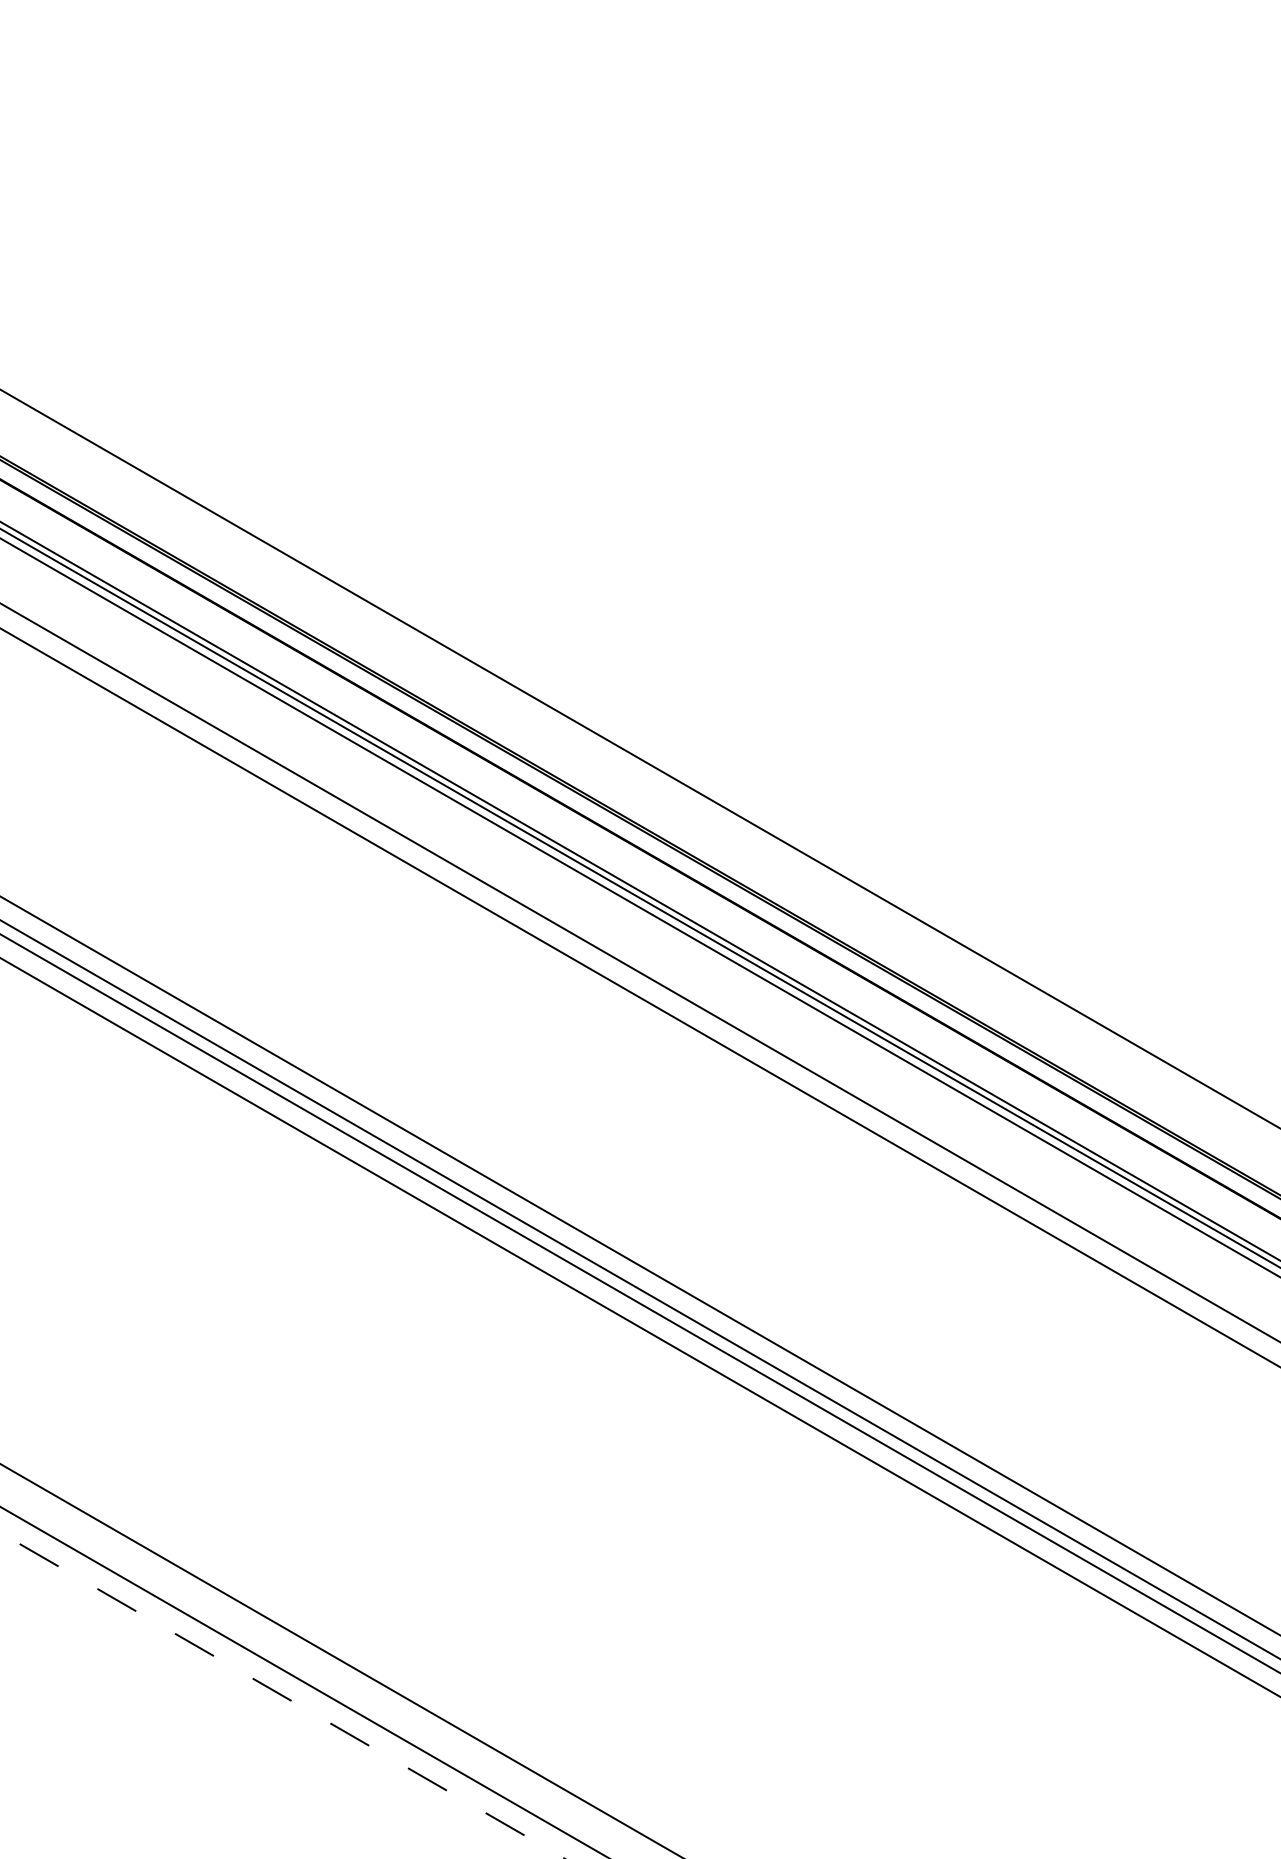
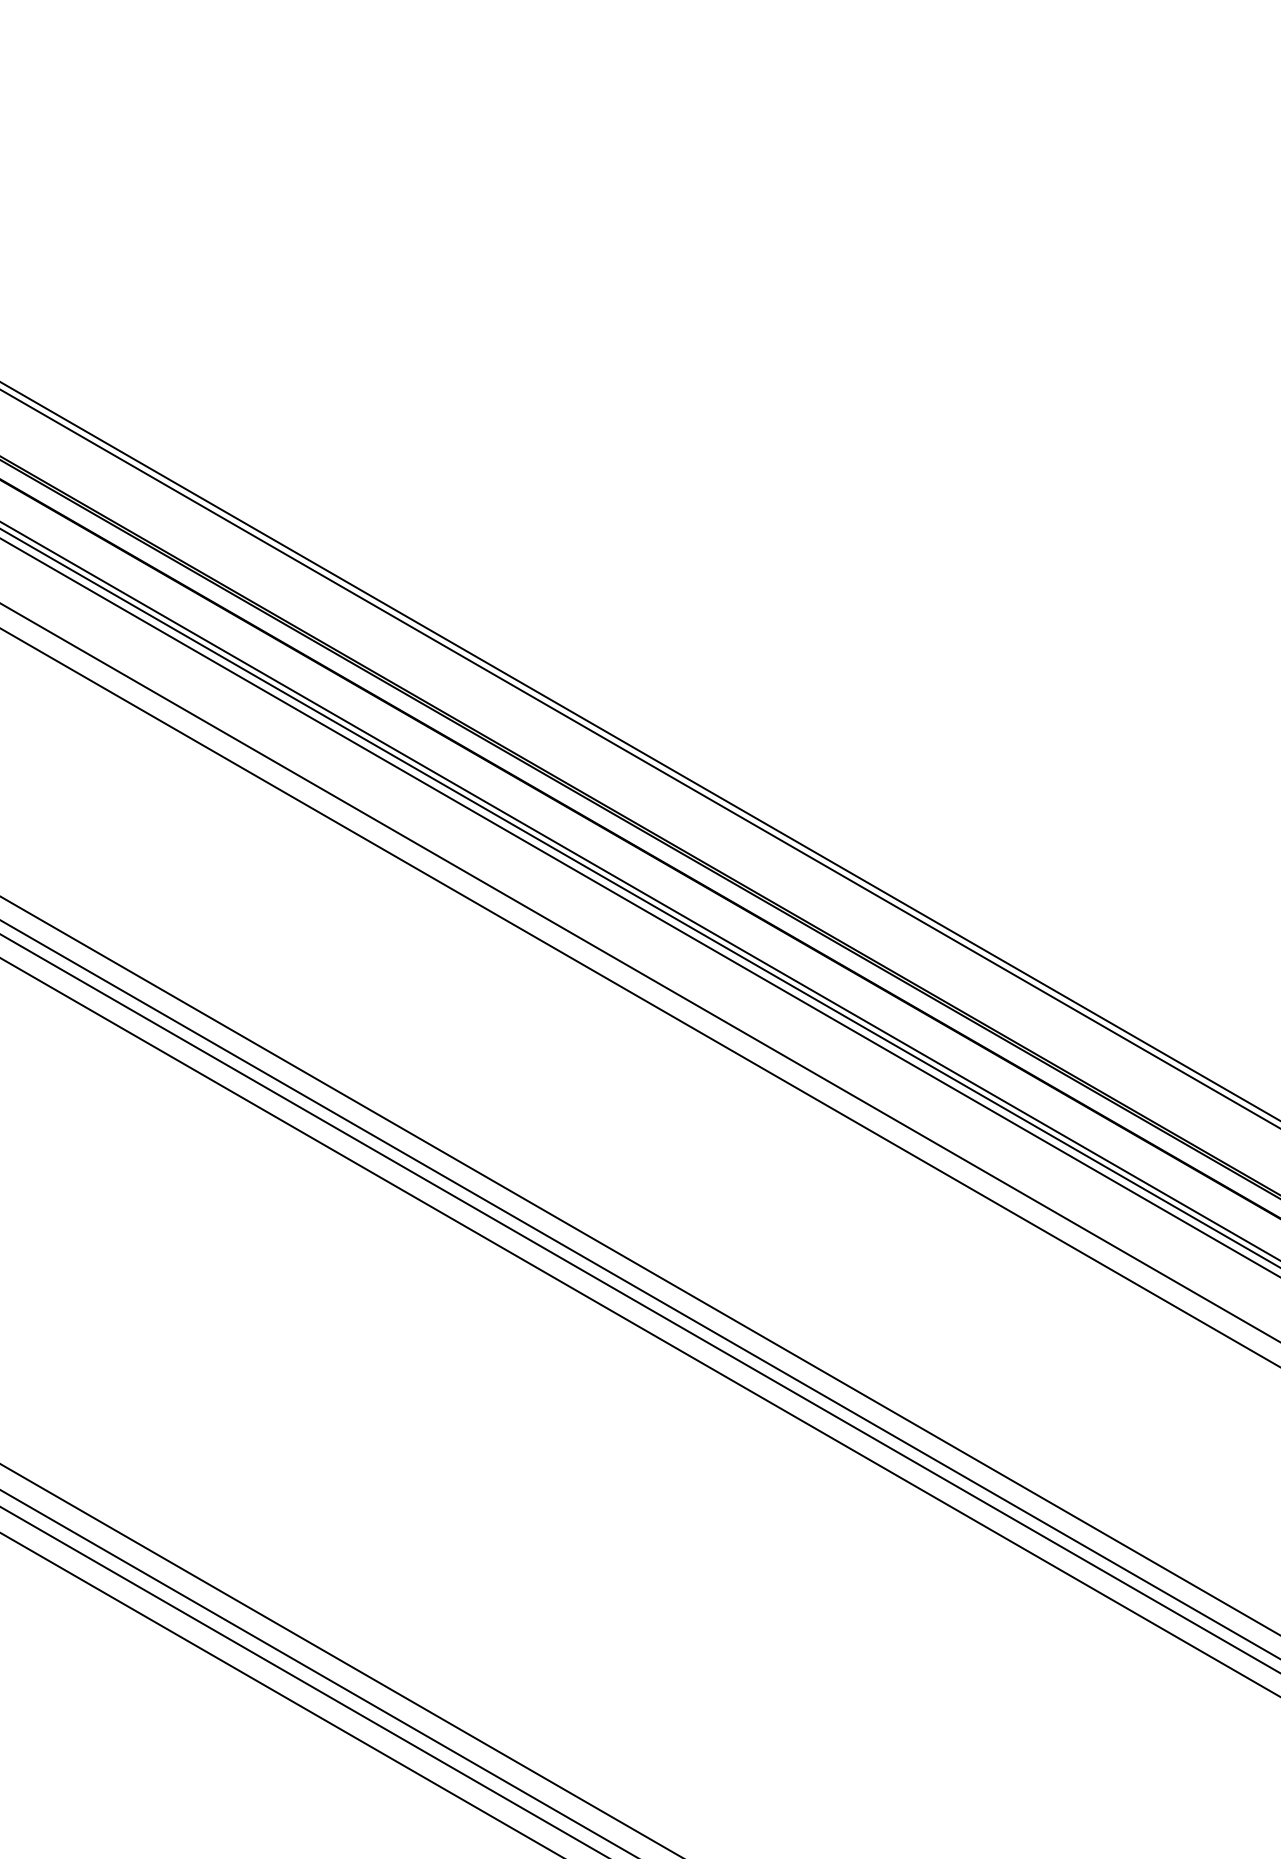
line at (639, 751): none -> present
line at (317, 1673): none -> present
line at (282, 1695): dashed -> solid
